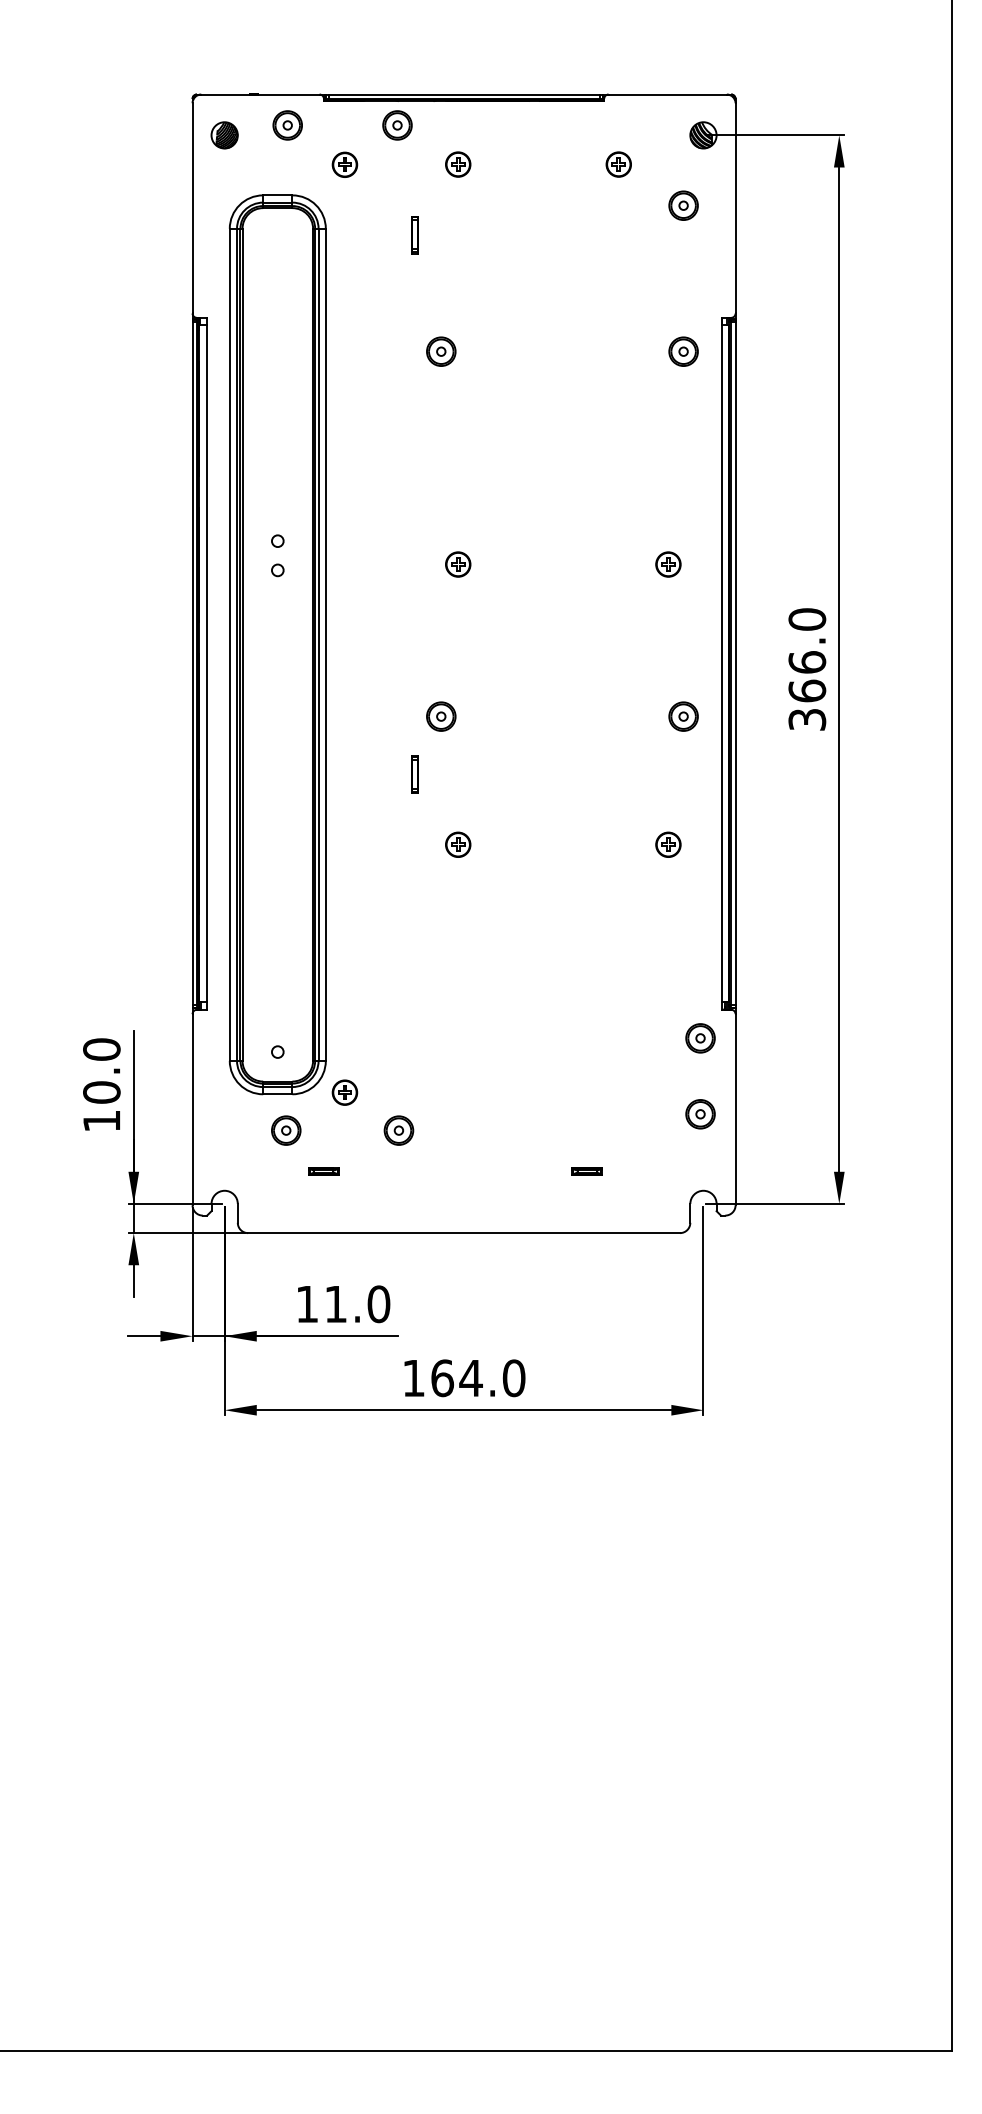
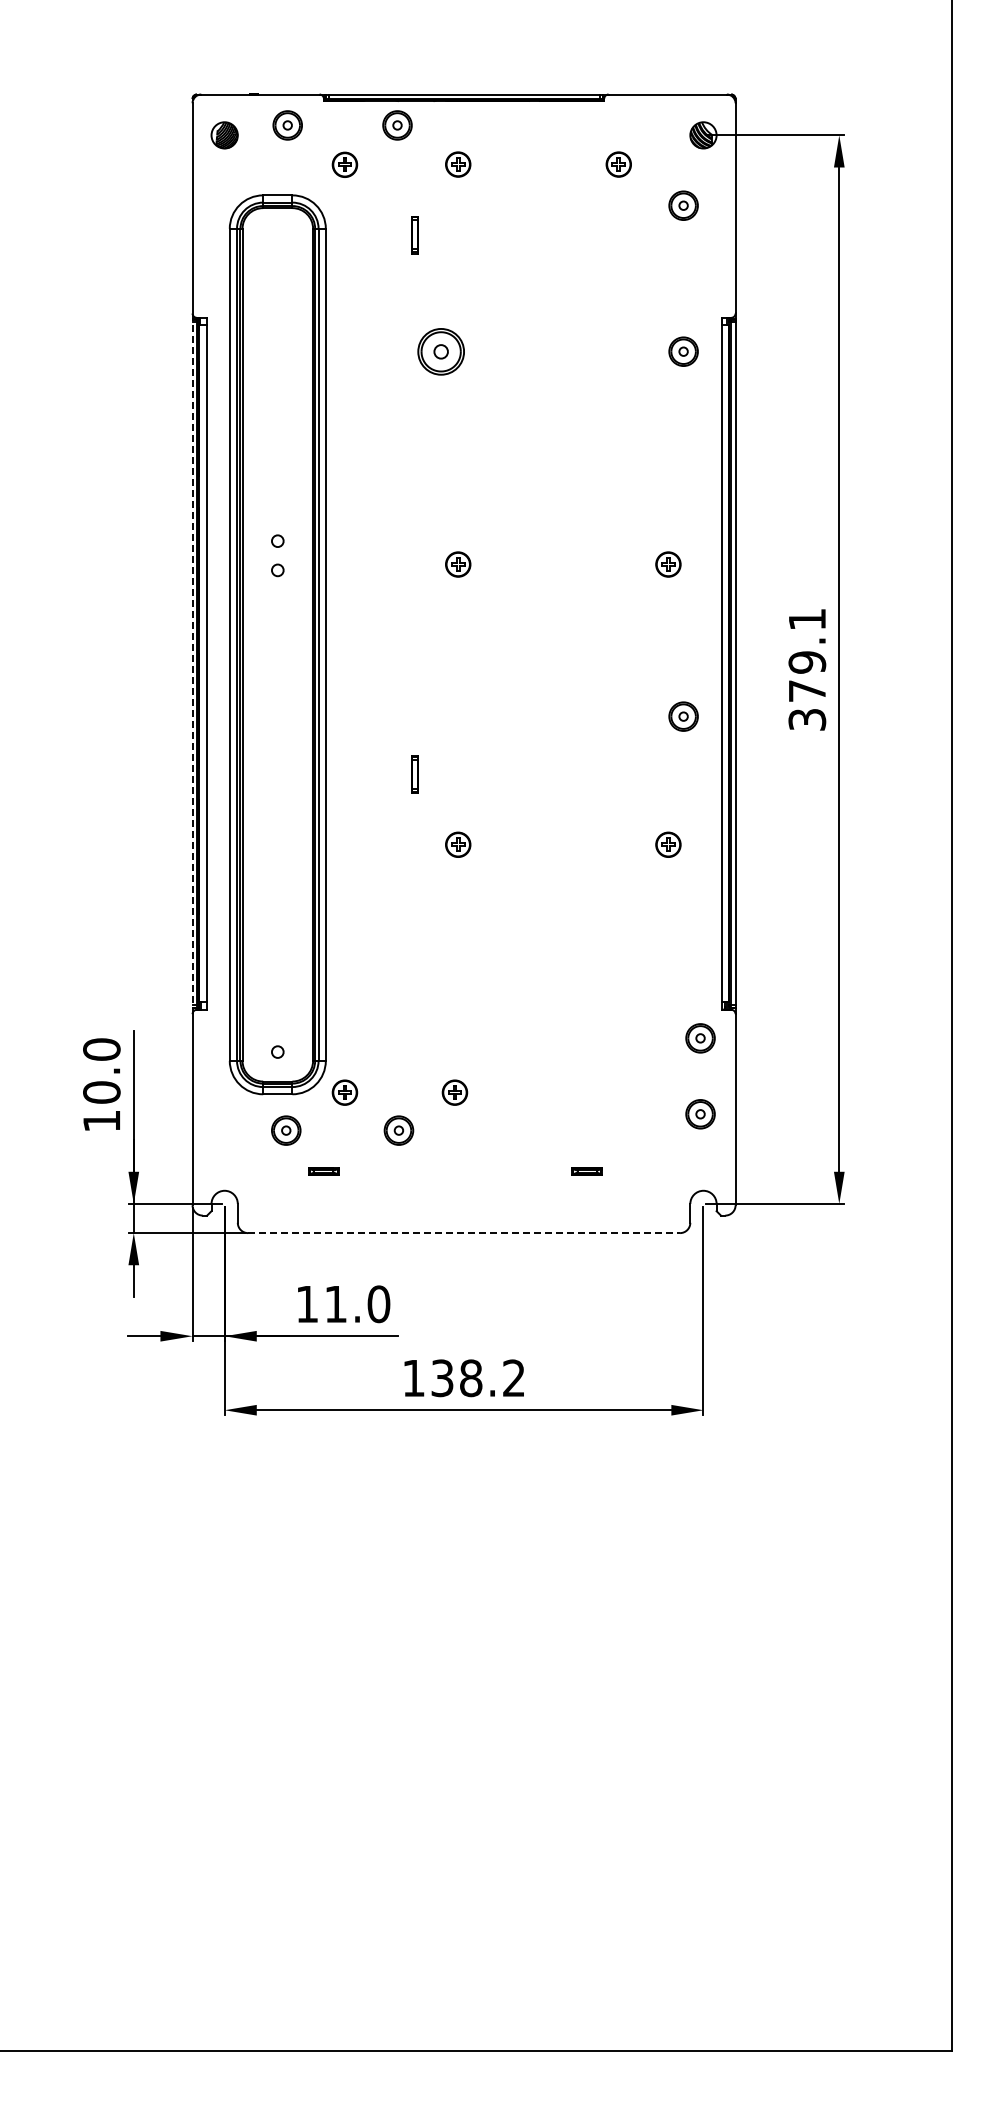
part at (441, 351) size: 31x31 px -> 48x48 px
text at (807, 655): 366.0 -> 379.1
line at (192, 663): solid -> dashed
part at (441, 716): present -> none
part at (454, 1092): none -> present
line at (464, 1233): solid -> dashed
text at (478, 1378): 164.0 -> 138.2
